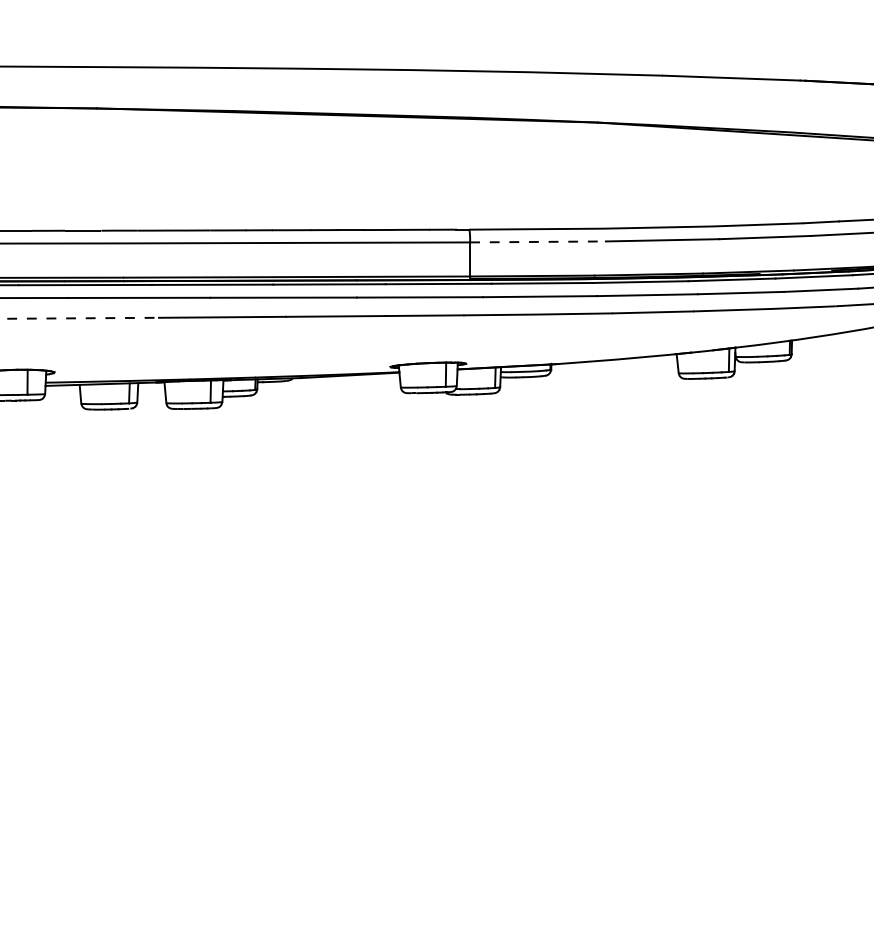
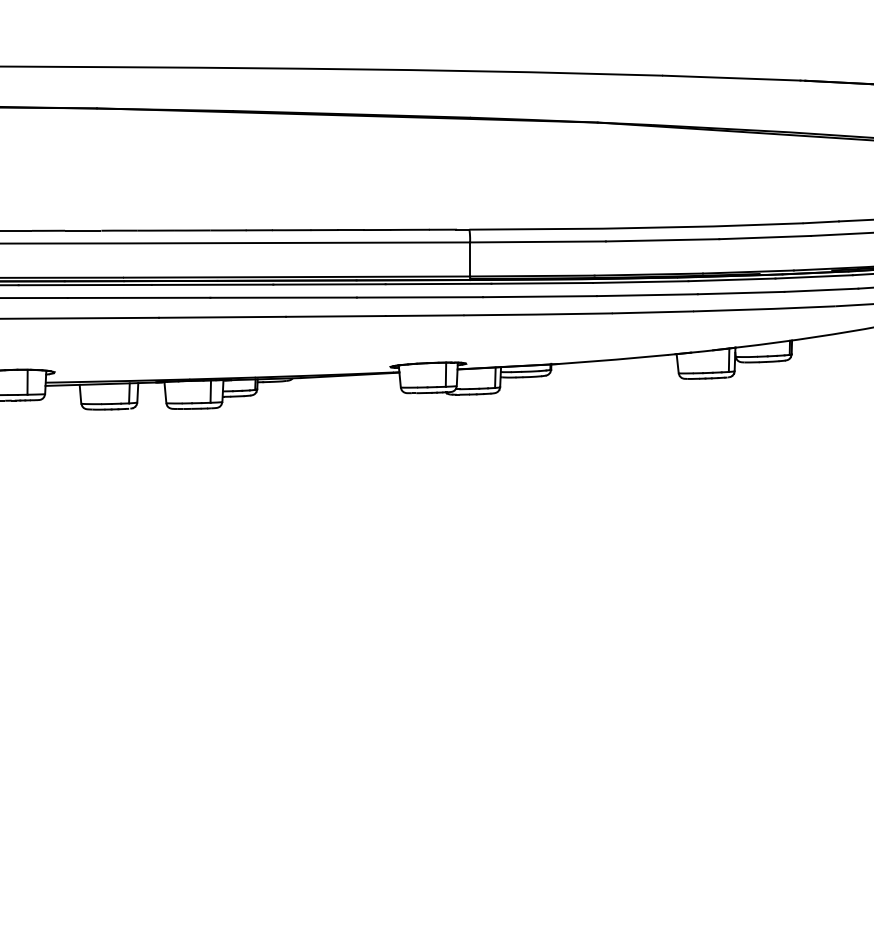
line at (538, 241): dashed -> solid
line at (80, 318): dashed -> solid
